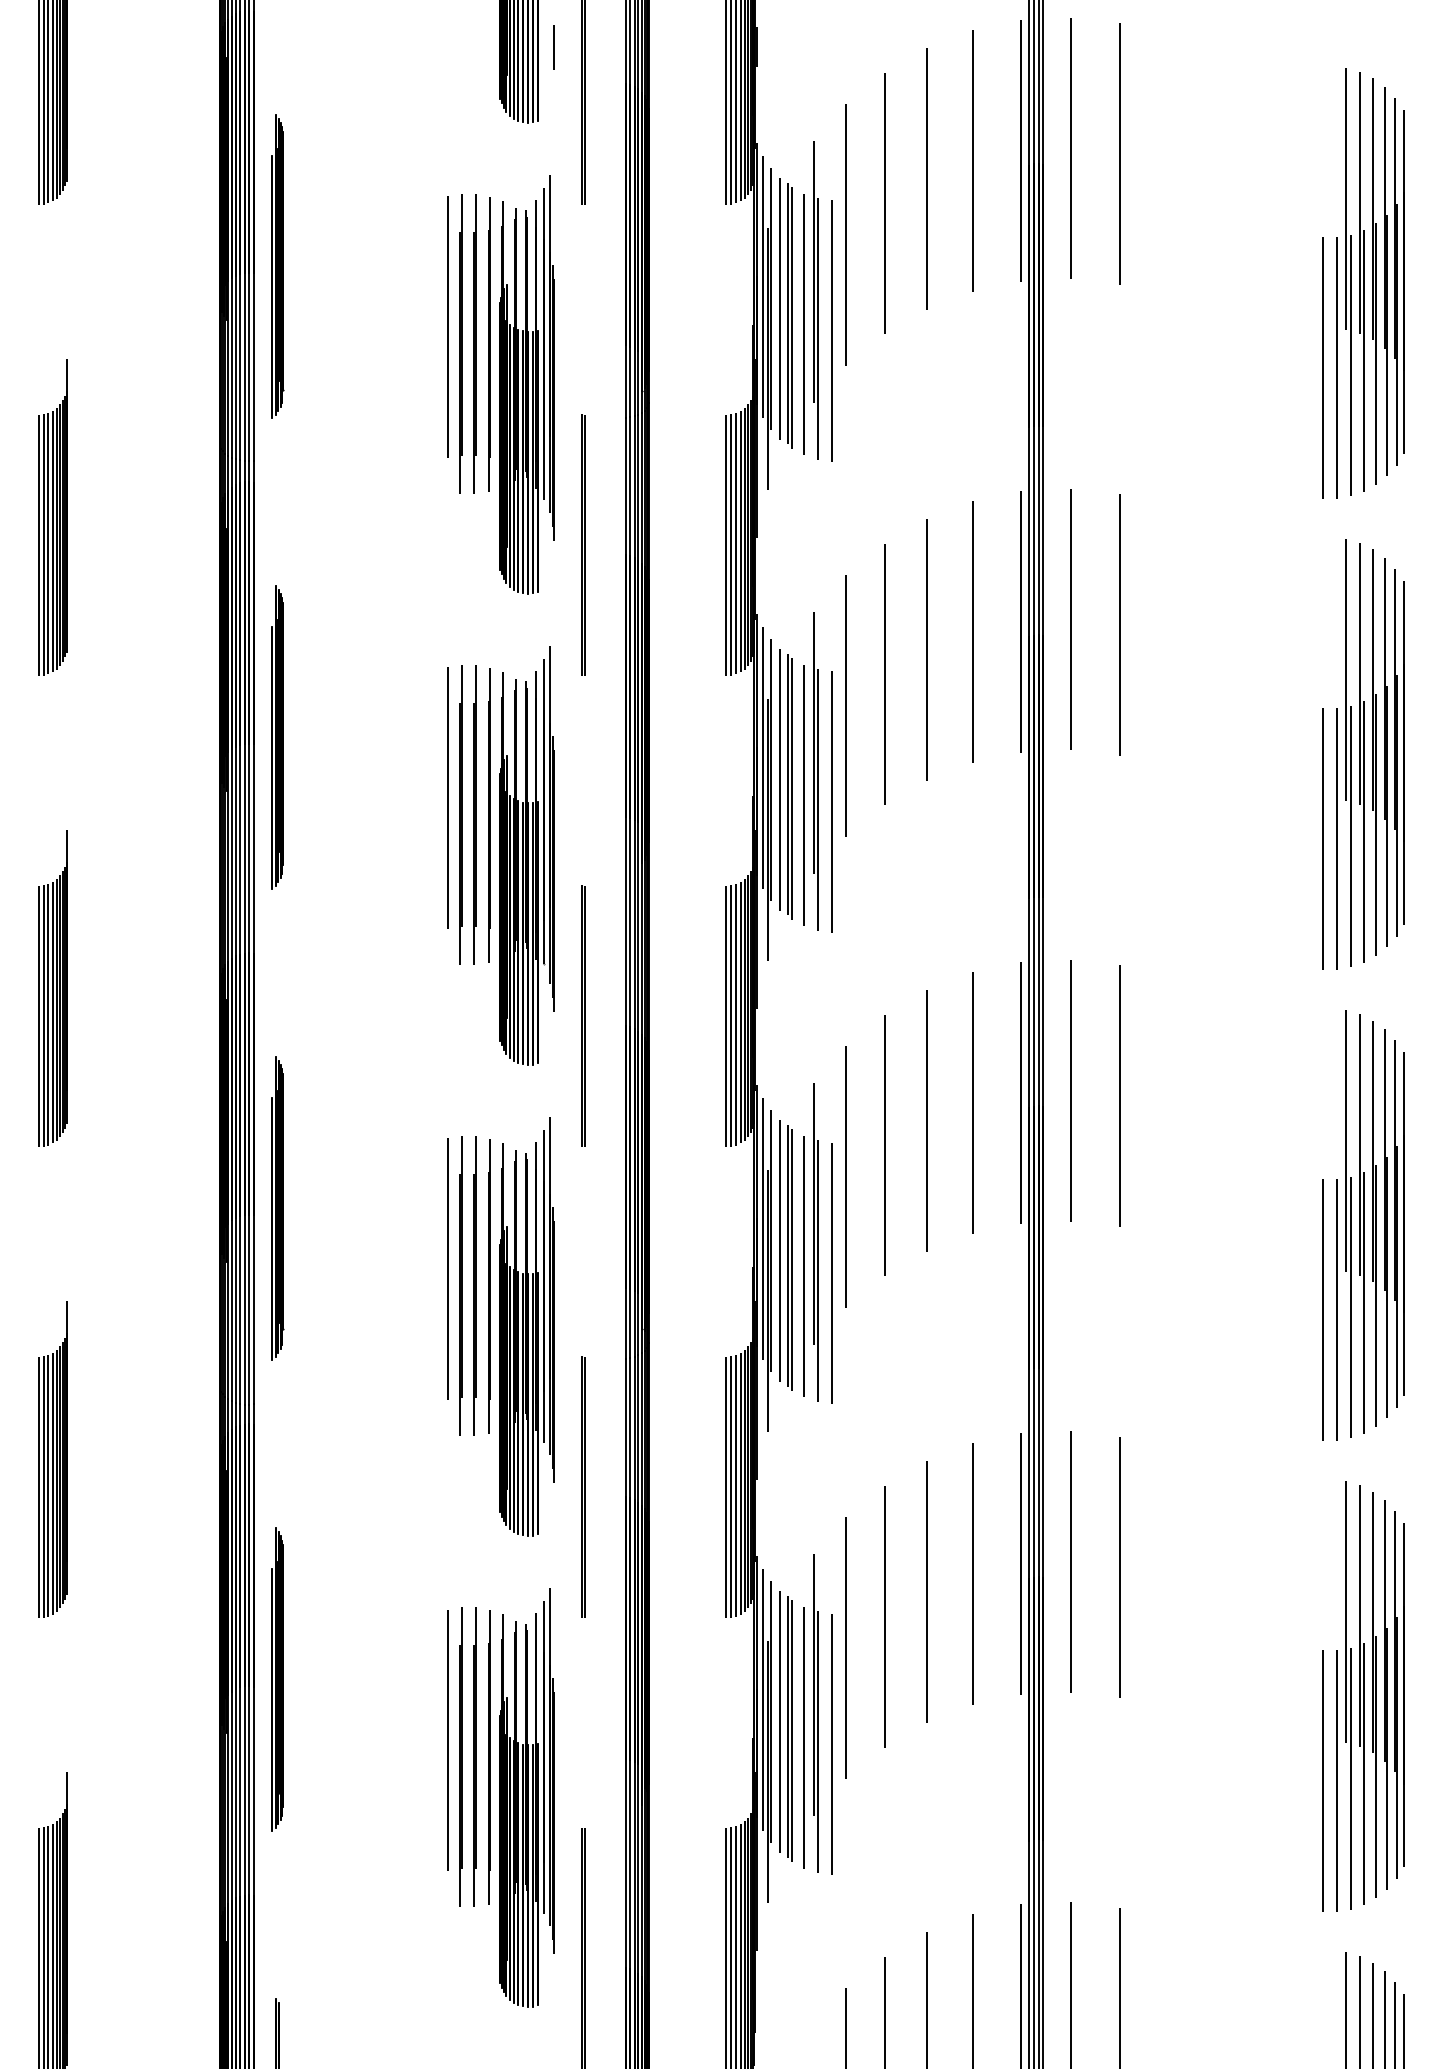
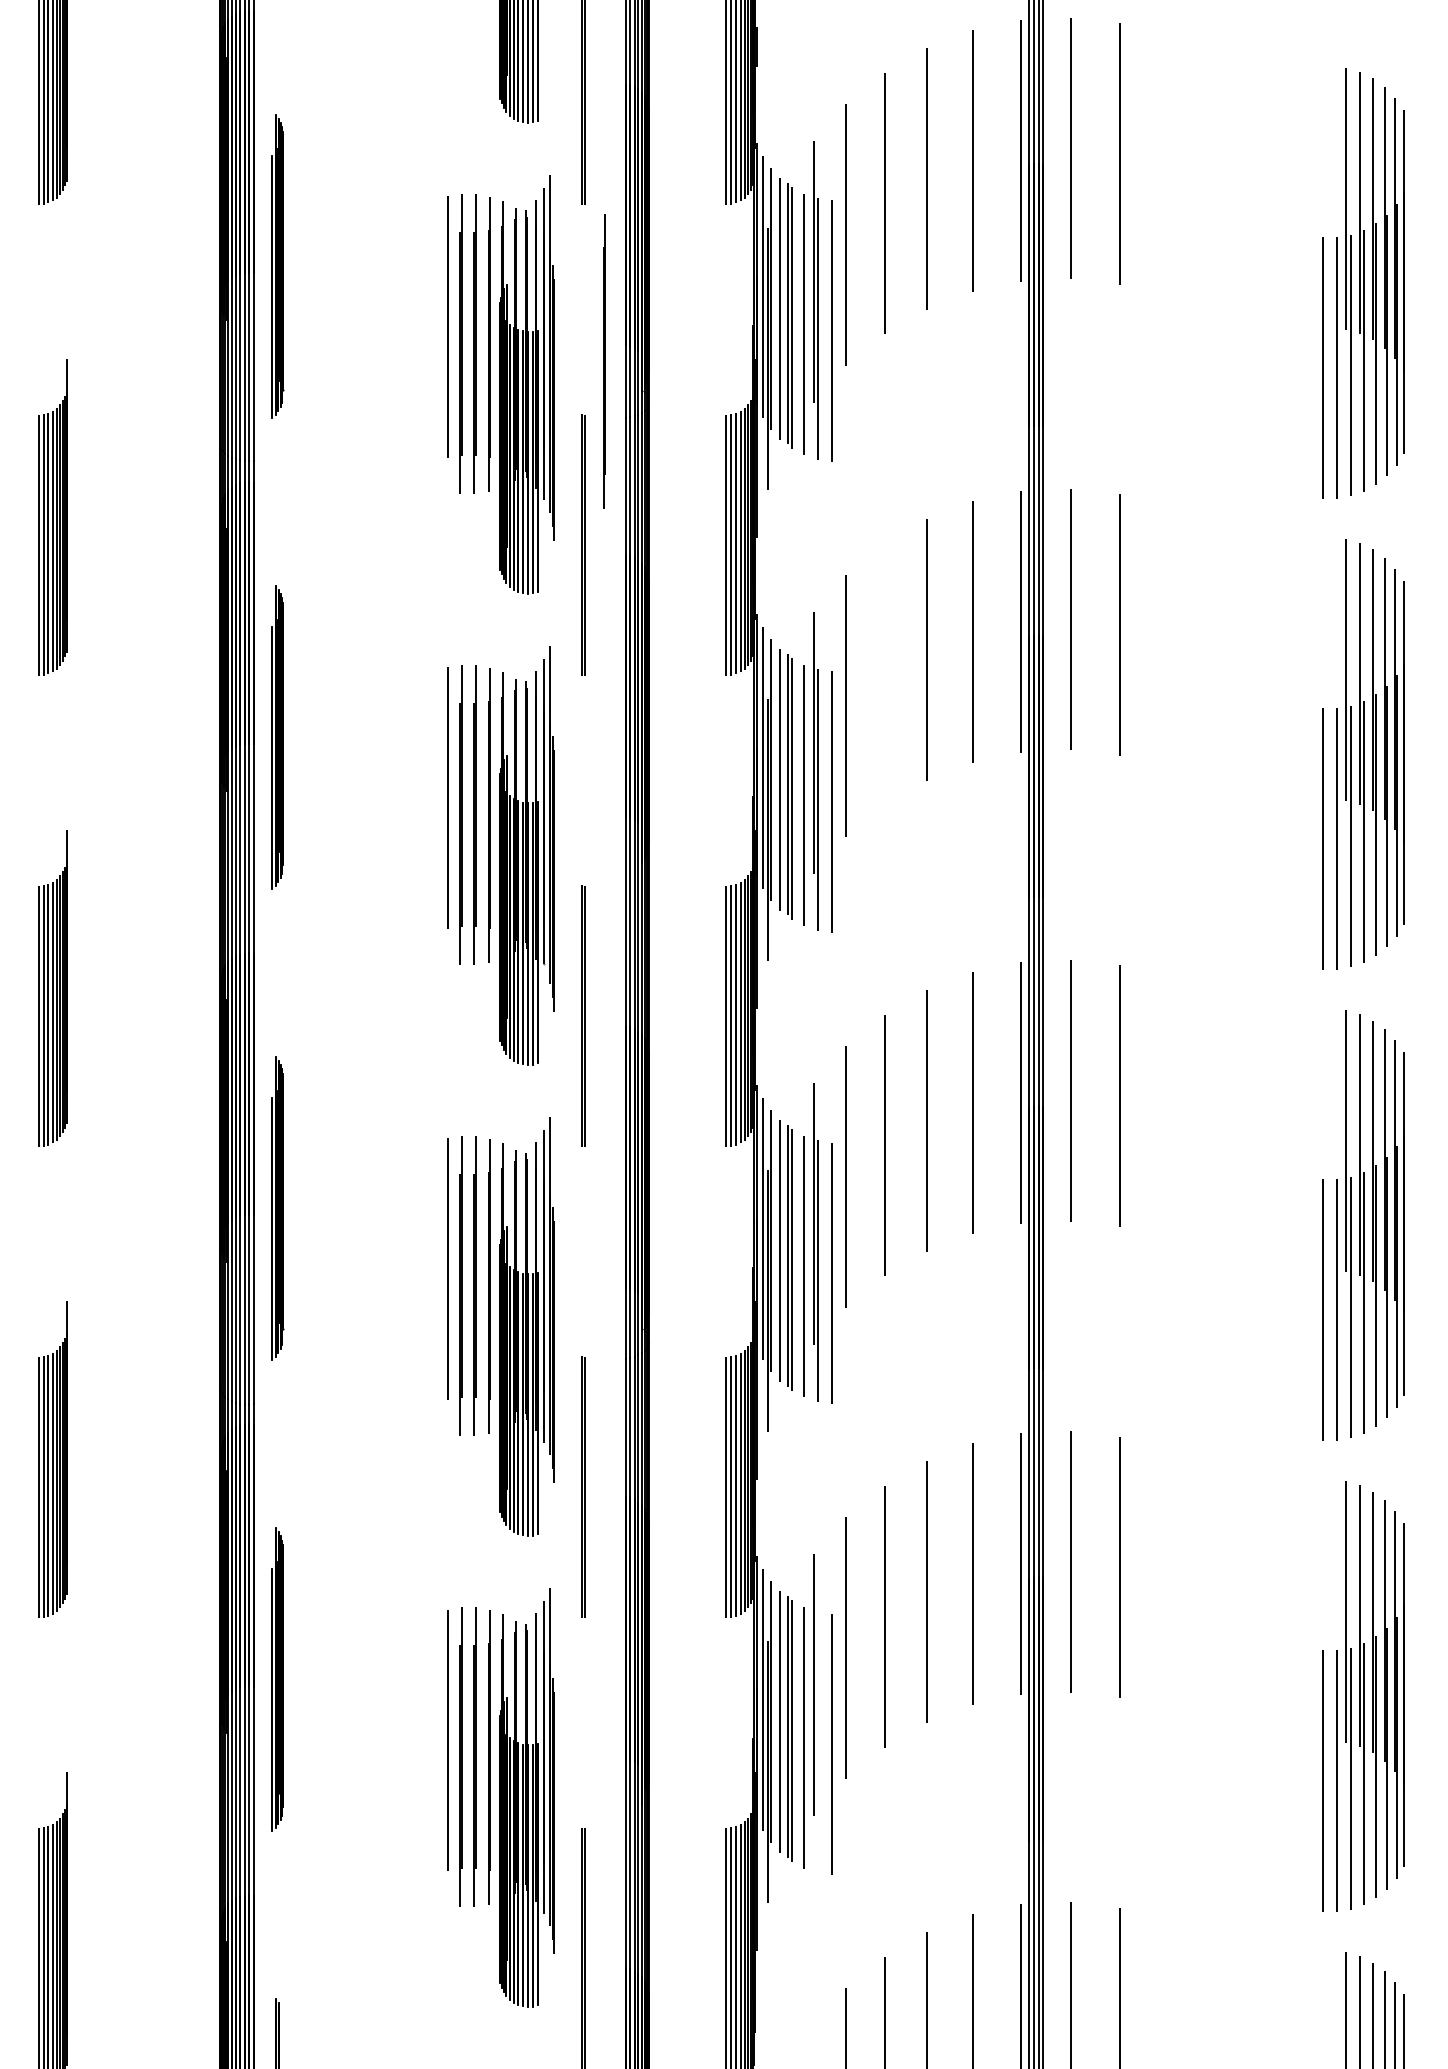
line at (554, 47): present -> none
line at (604, 361): none -> present
line at (884, 674): present -> none
line at (817, 1742): present -> none
